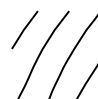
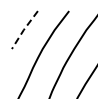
line at (23, 30): solid -> dashed
